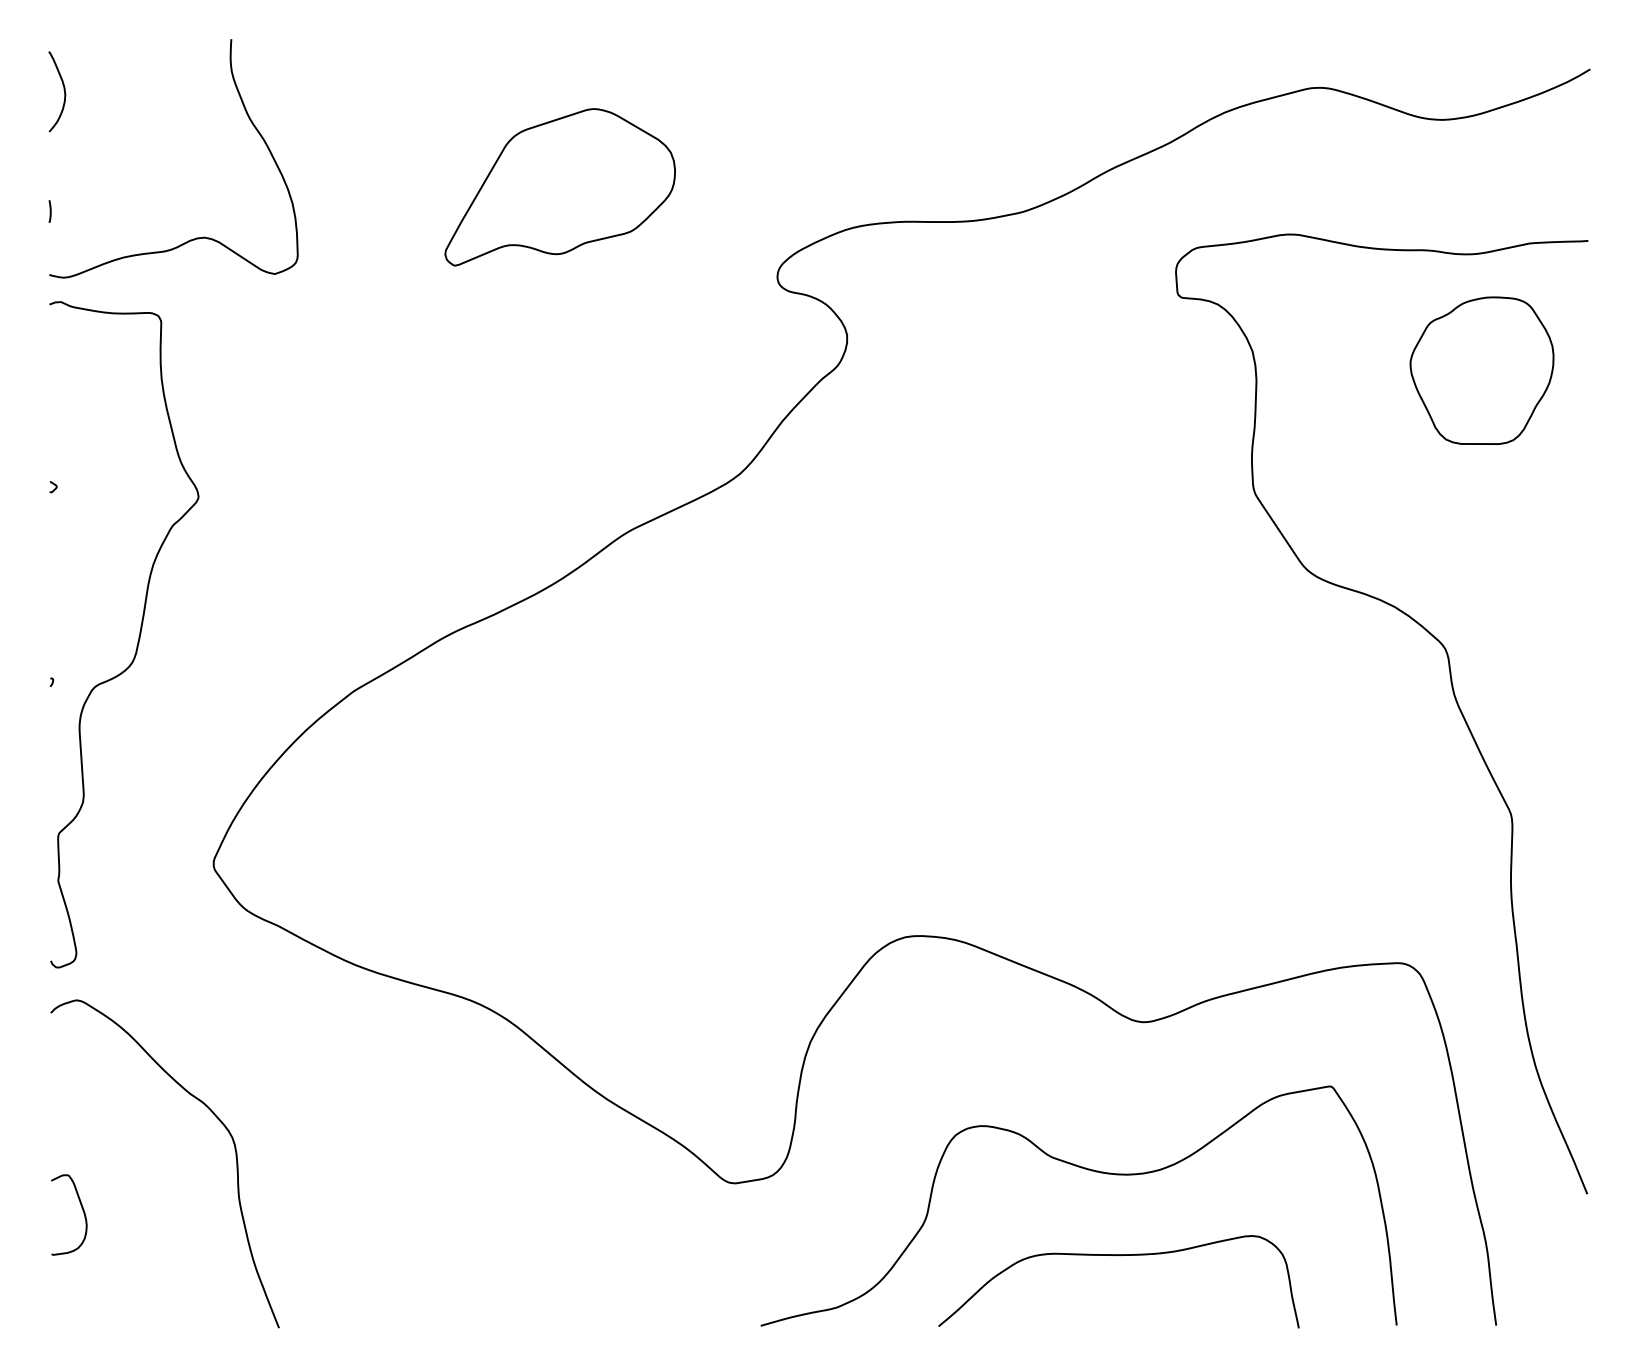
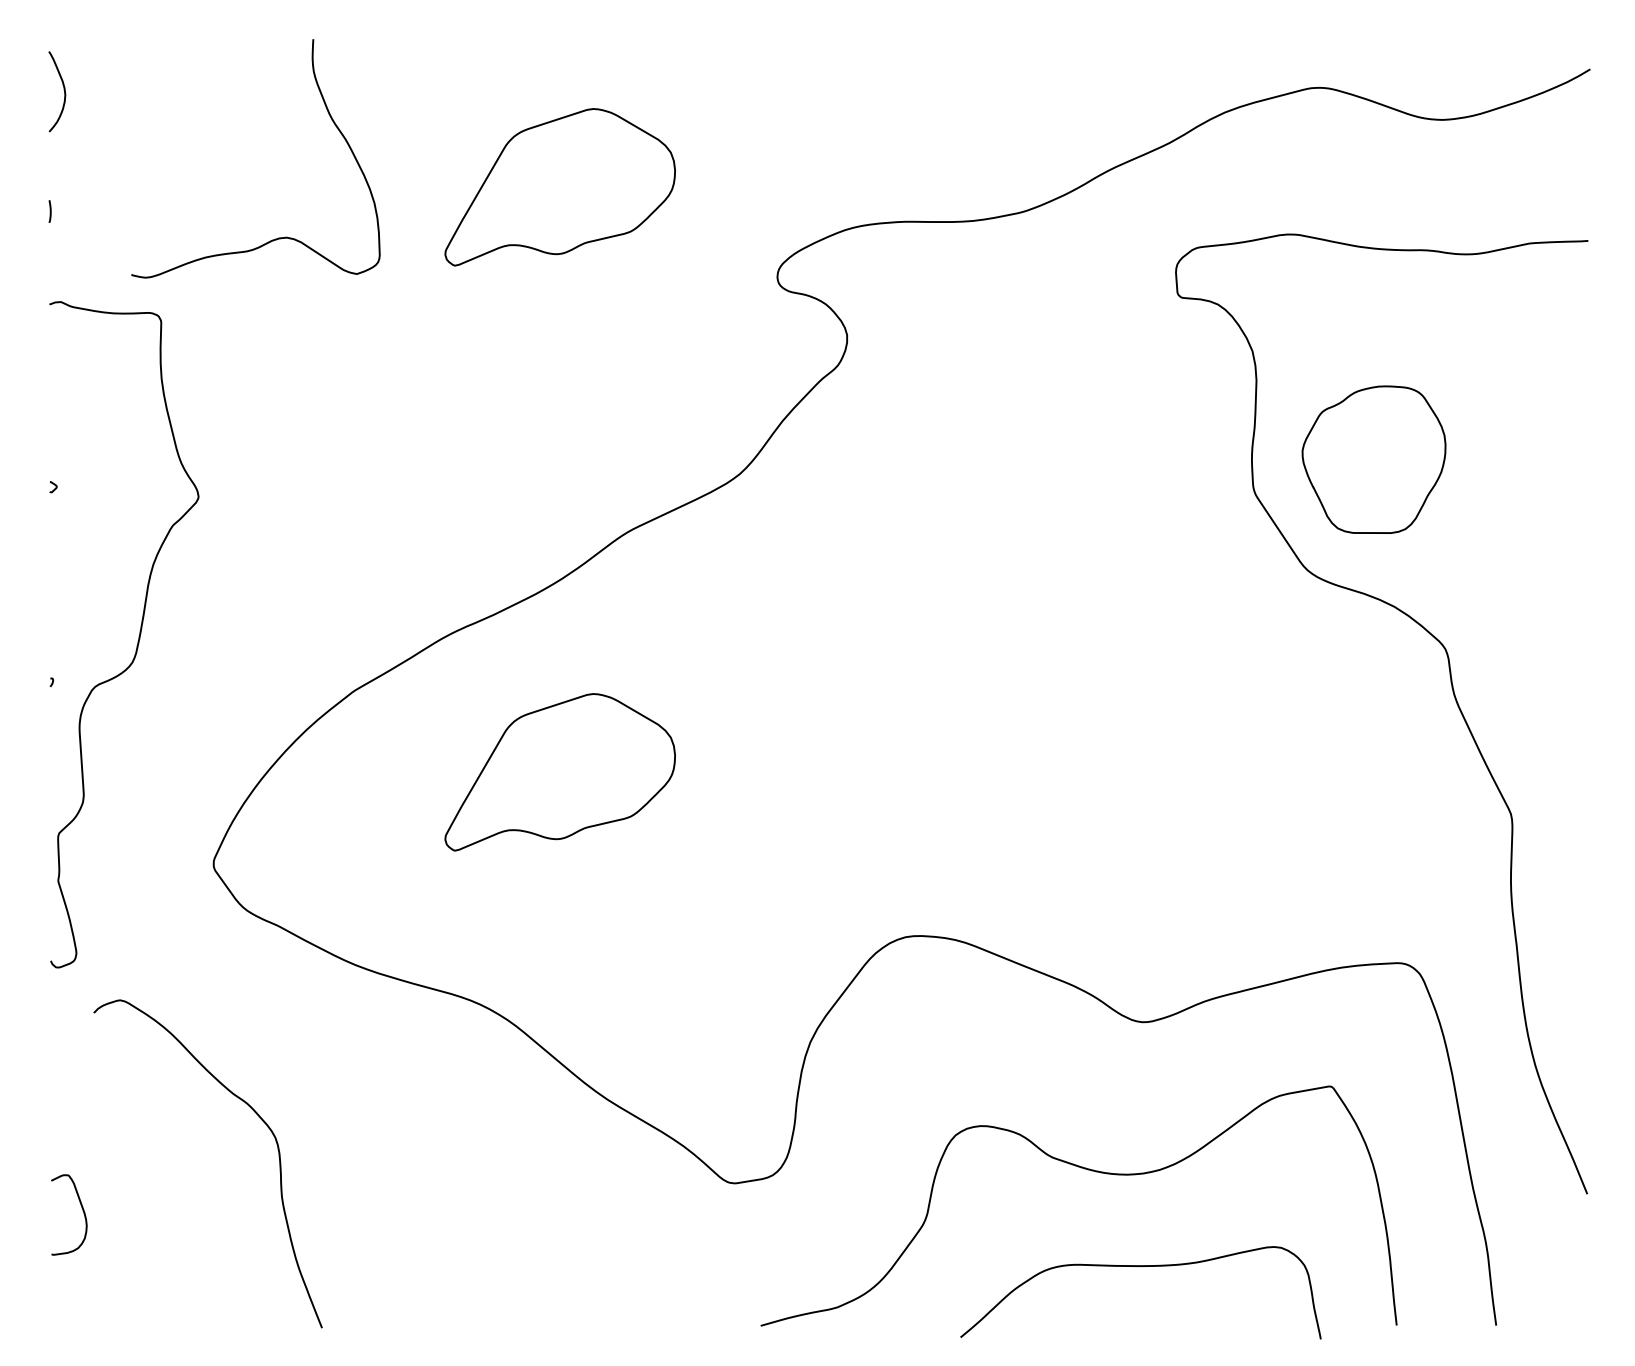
curve at (196, 237) position: (196, 237) -> (278, 237)
part at (1481, 370) position: (1481, 370) -> (1373, 459)
part at (559, 772): none -> present
curve at (217, 1119) position: (217, 1119) -> (260, 1119)
curve at (1118, 1255) position: (1118, 1255) -> (1140, 1266)
